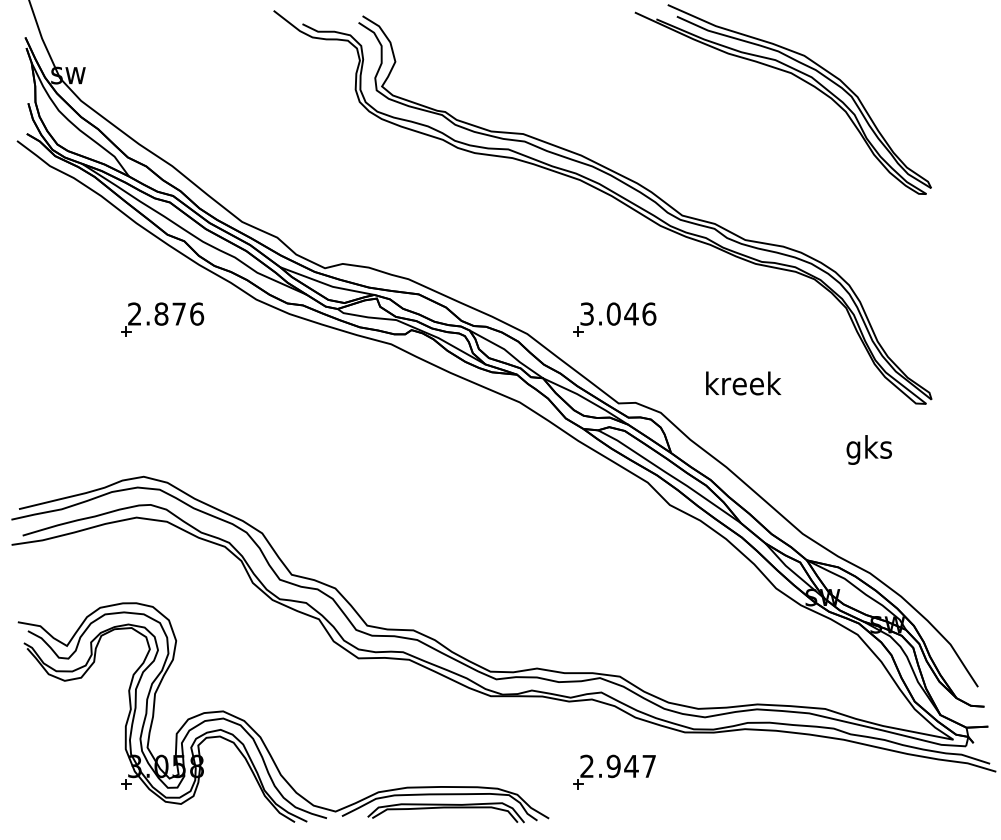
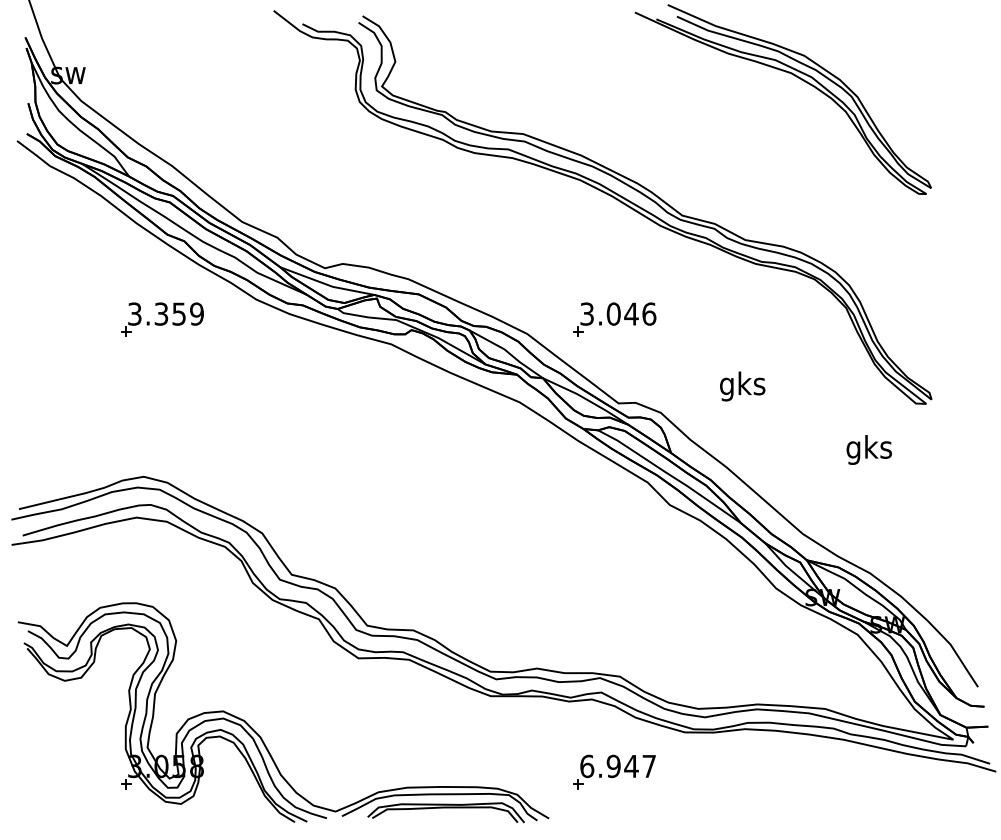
text at (166, 313): 2.876 -> 3.359
text at (743, 386): kreek -> gks
text at (587, 766): 2.947 -> 6.947
